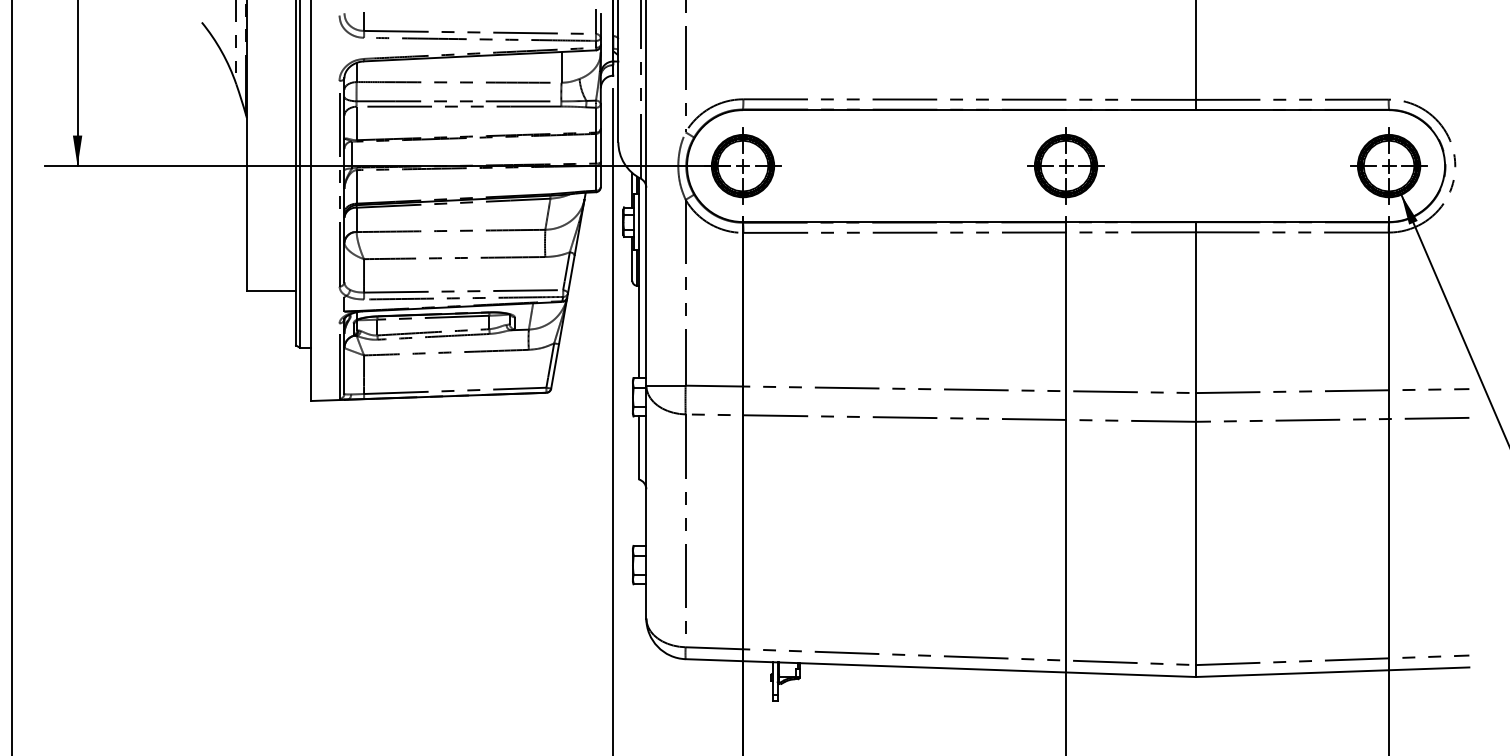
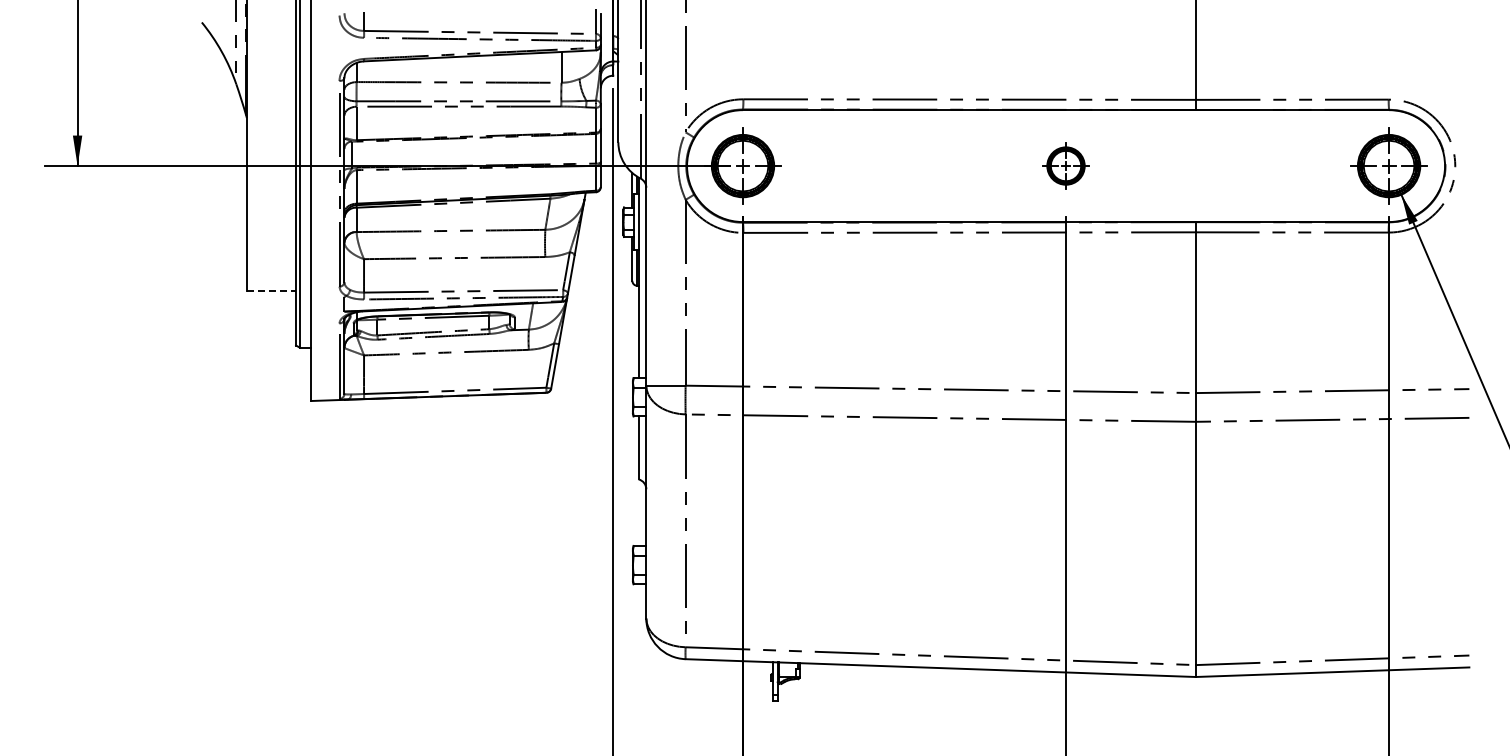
part at (1065, 165) size: 78x78 px -> 48x48 px
line at (271, 291): solid -> dashed
line at (11, 377): present -> none
